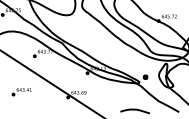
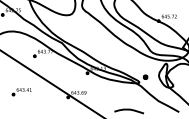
curve at (134, 110) position: (134, 110) -> (128, 110)
